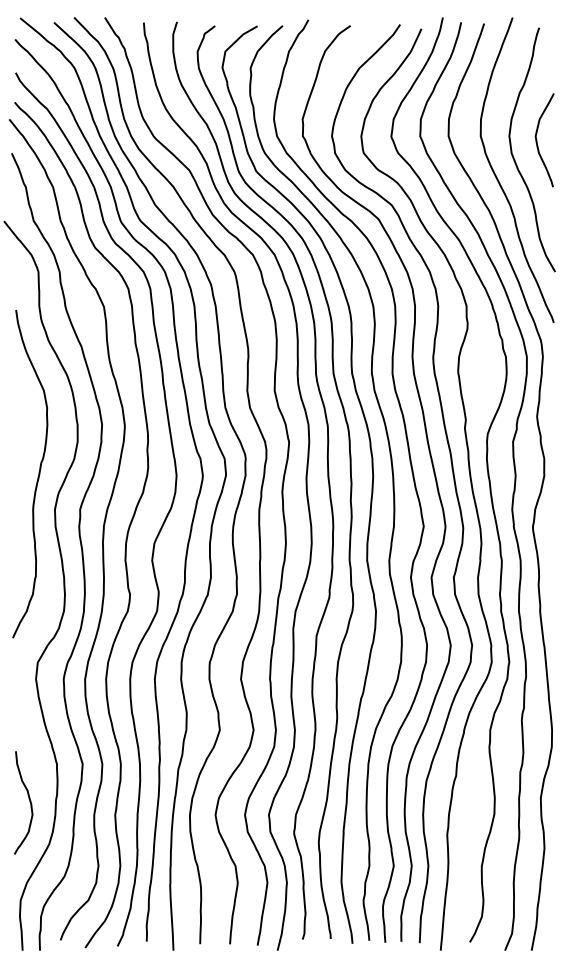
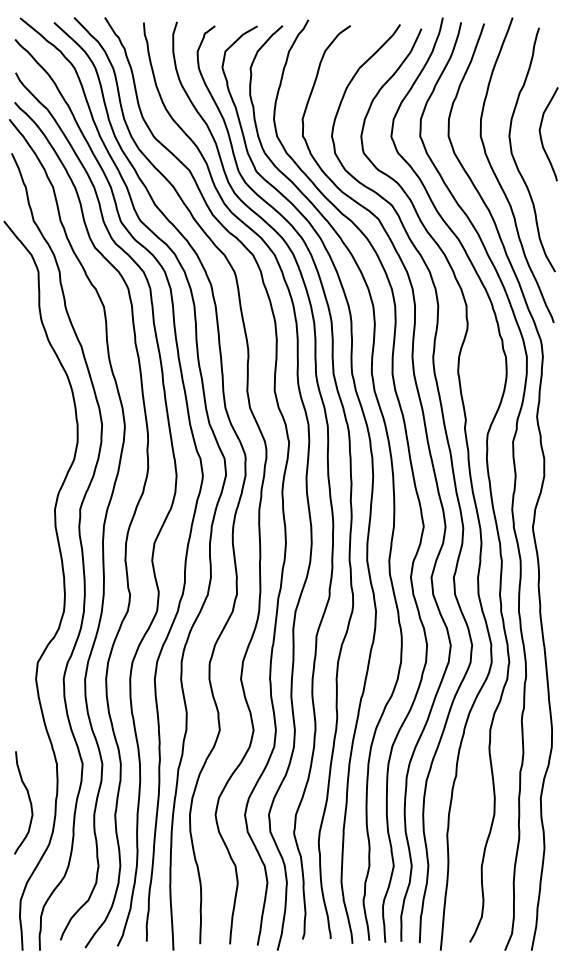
curve at (537, 140) position: (537, 140) -> (541, 134)
curve at (37, 477): present -> none
